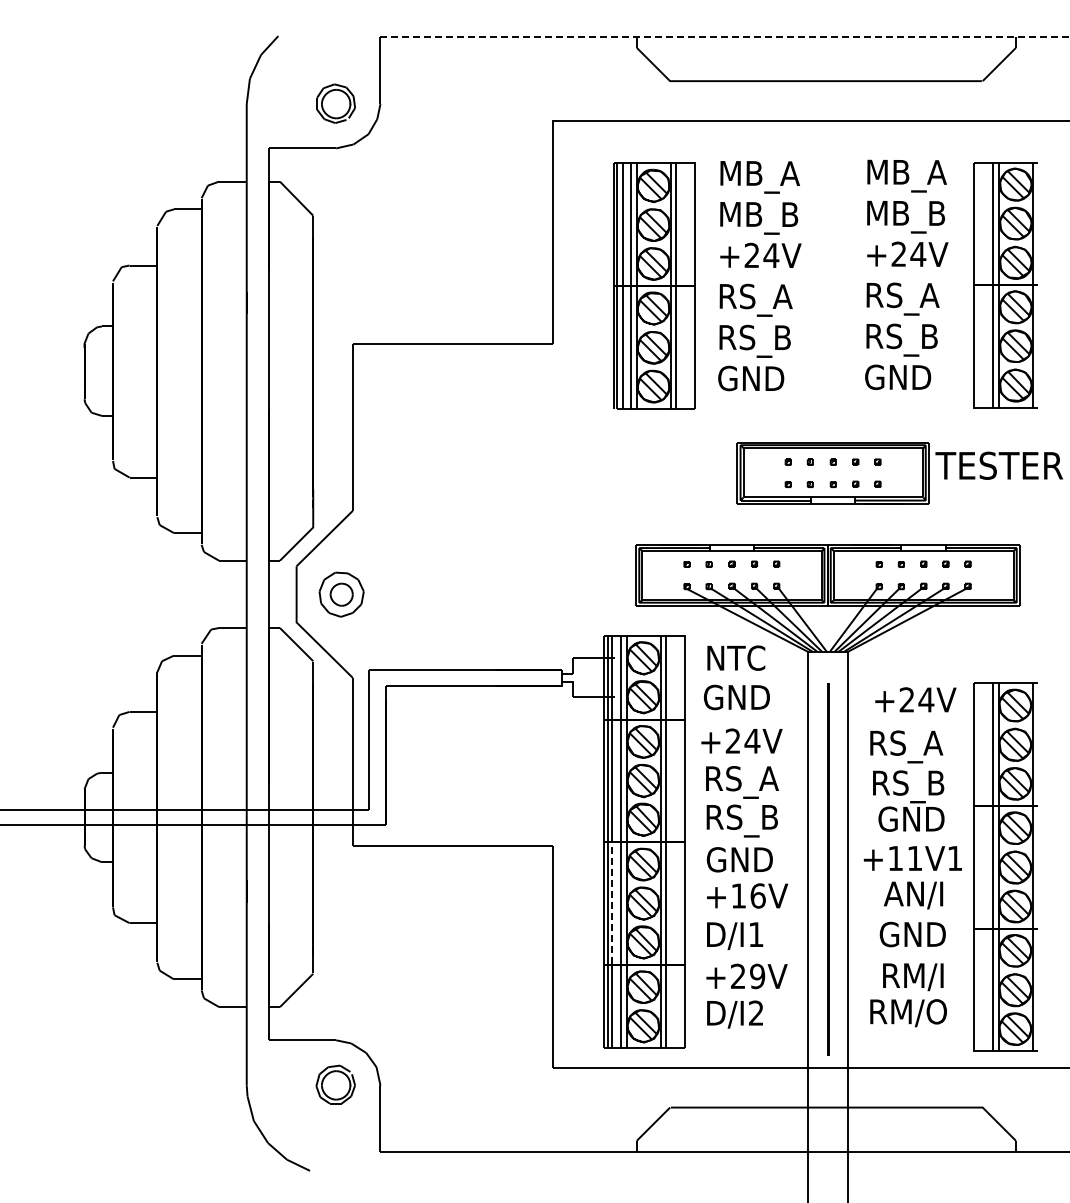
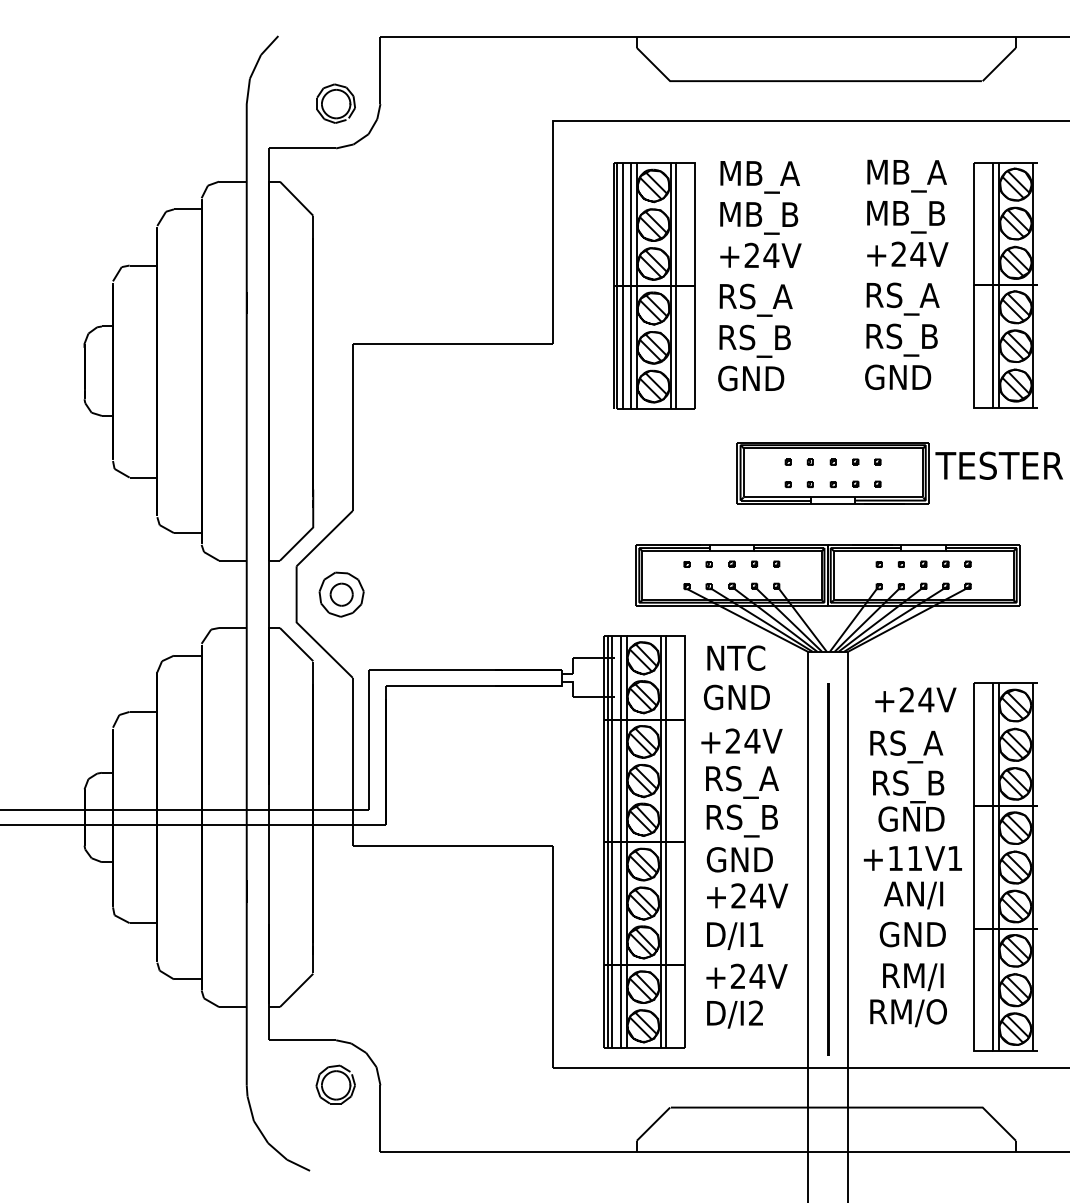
line at (725, 36): dashed -> solid
text at (748, 895): +16V -> +24V
line at (612, 909): dashed -> solid
text at (757, 976): +29V -> +24V
